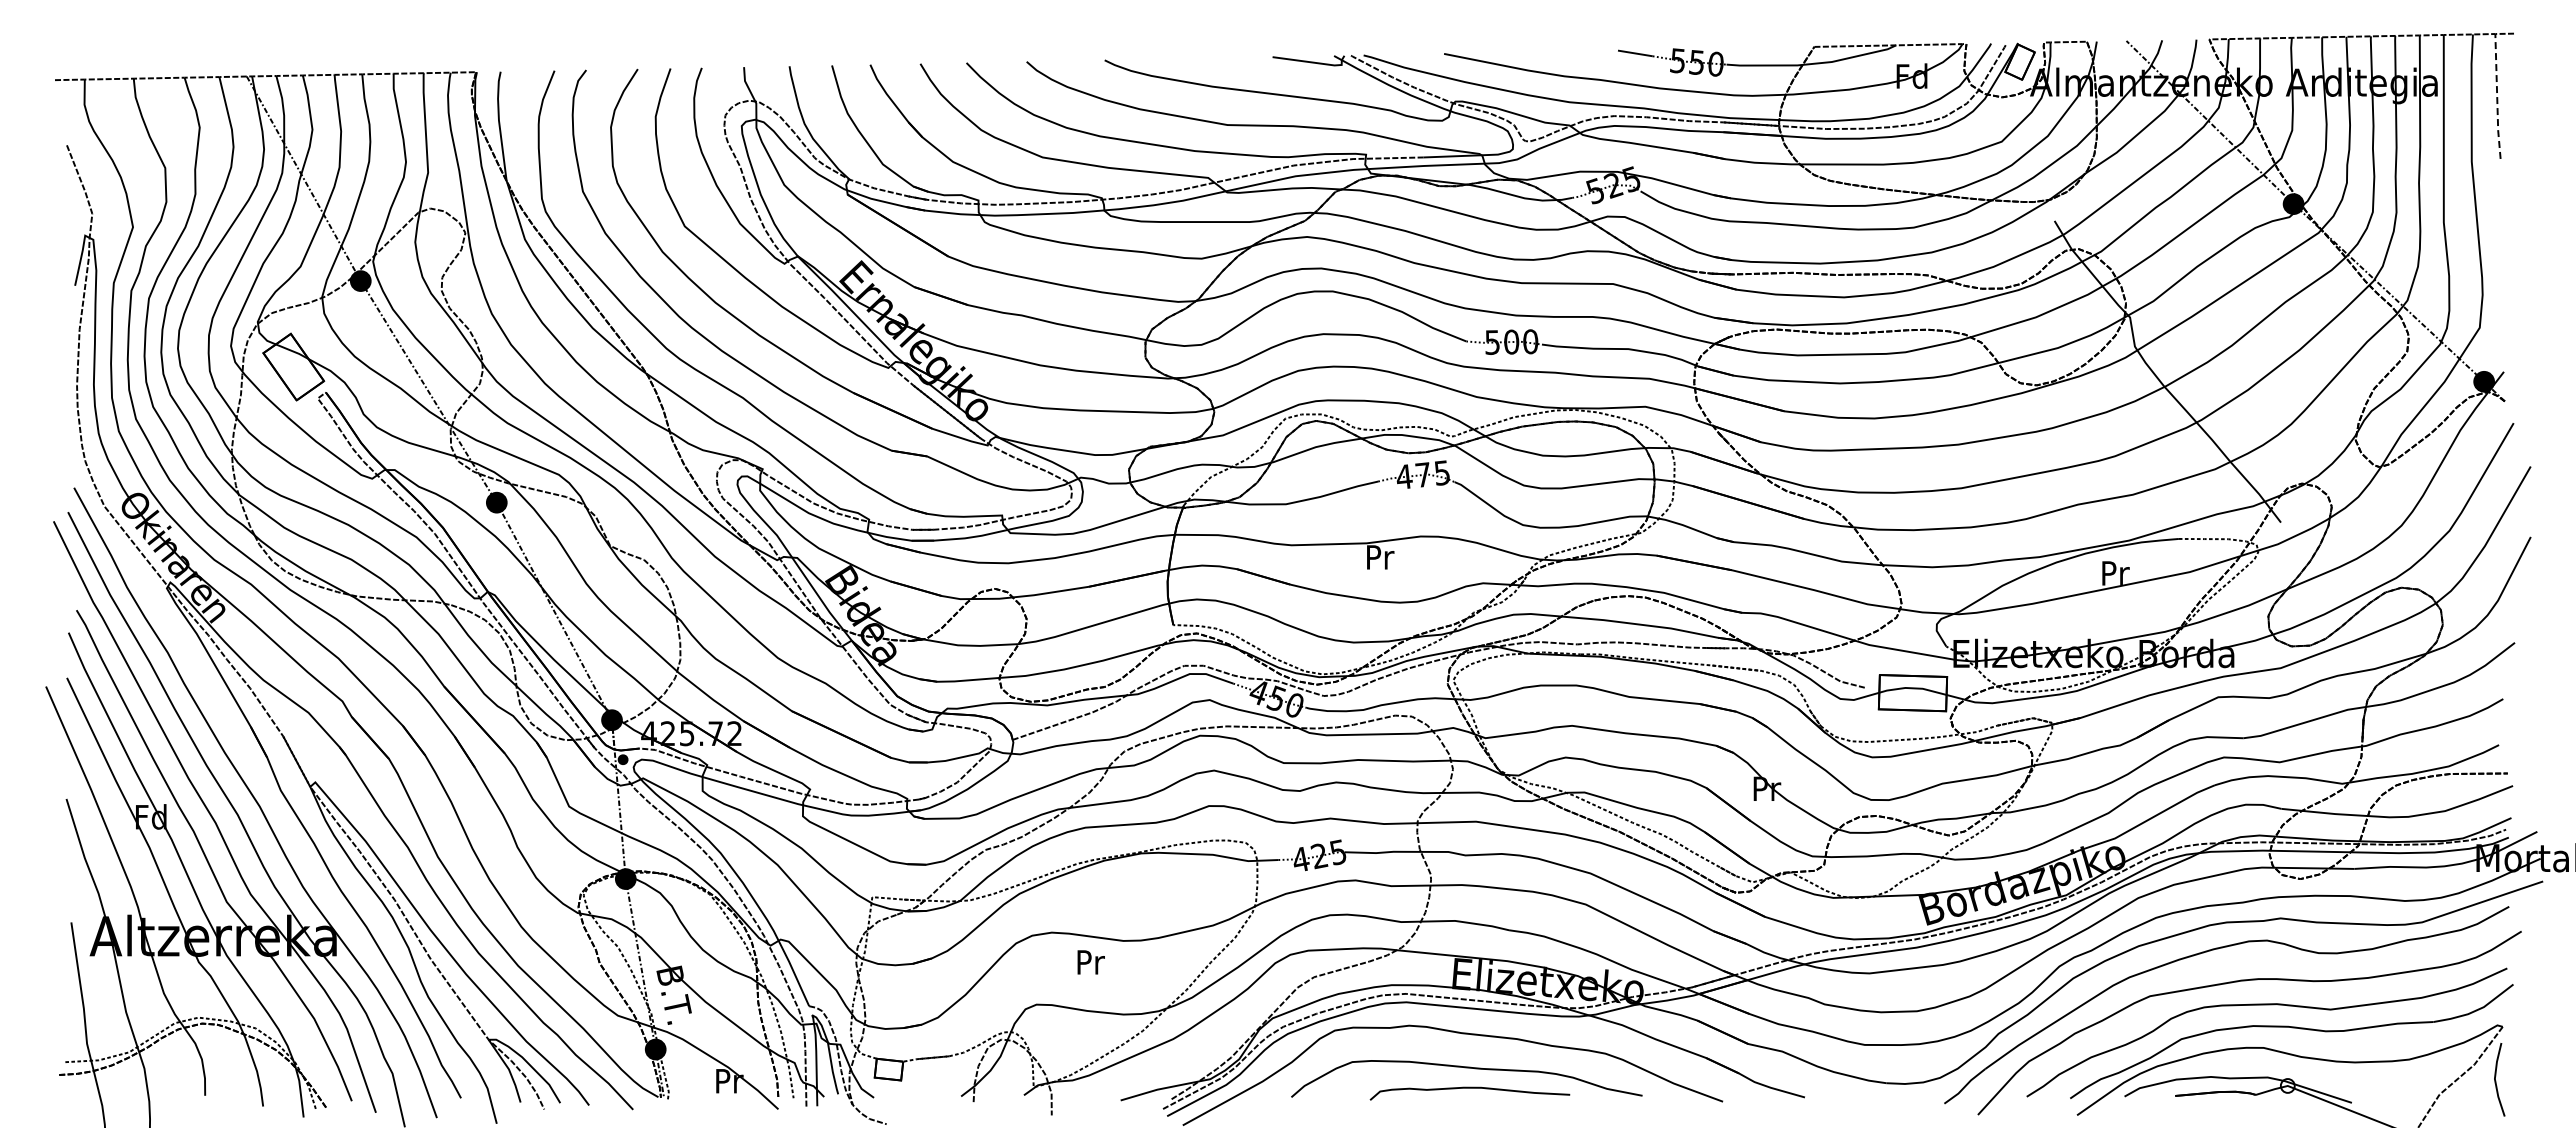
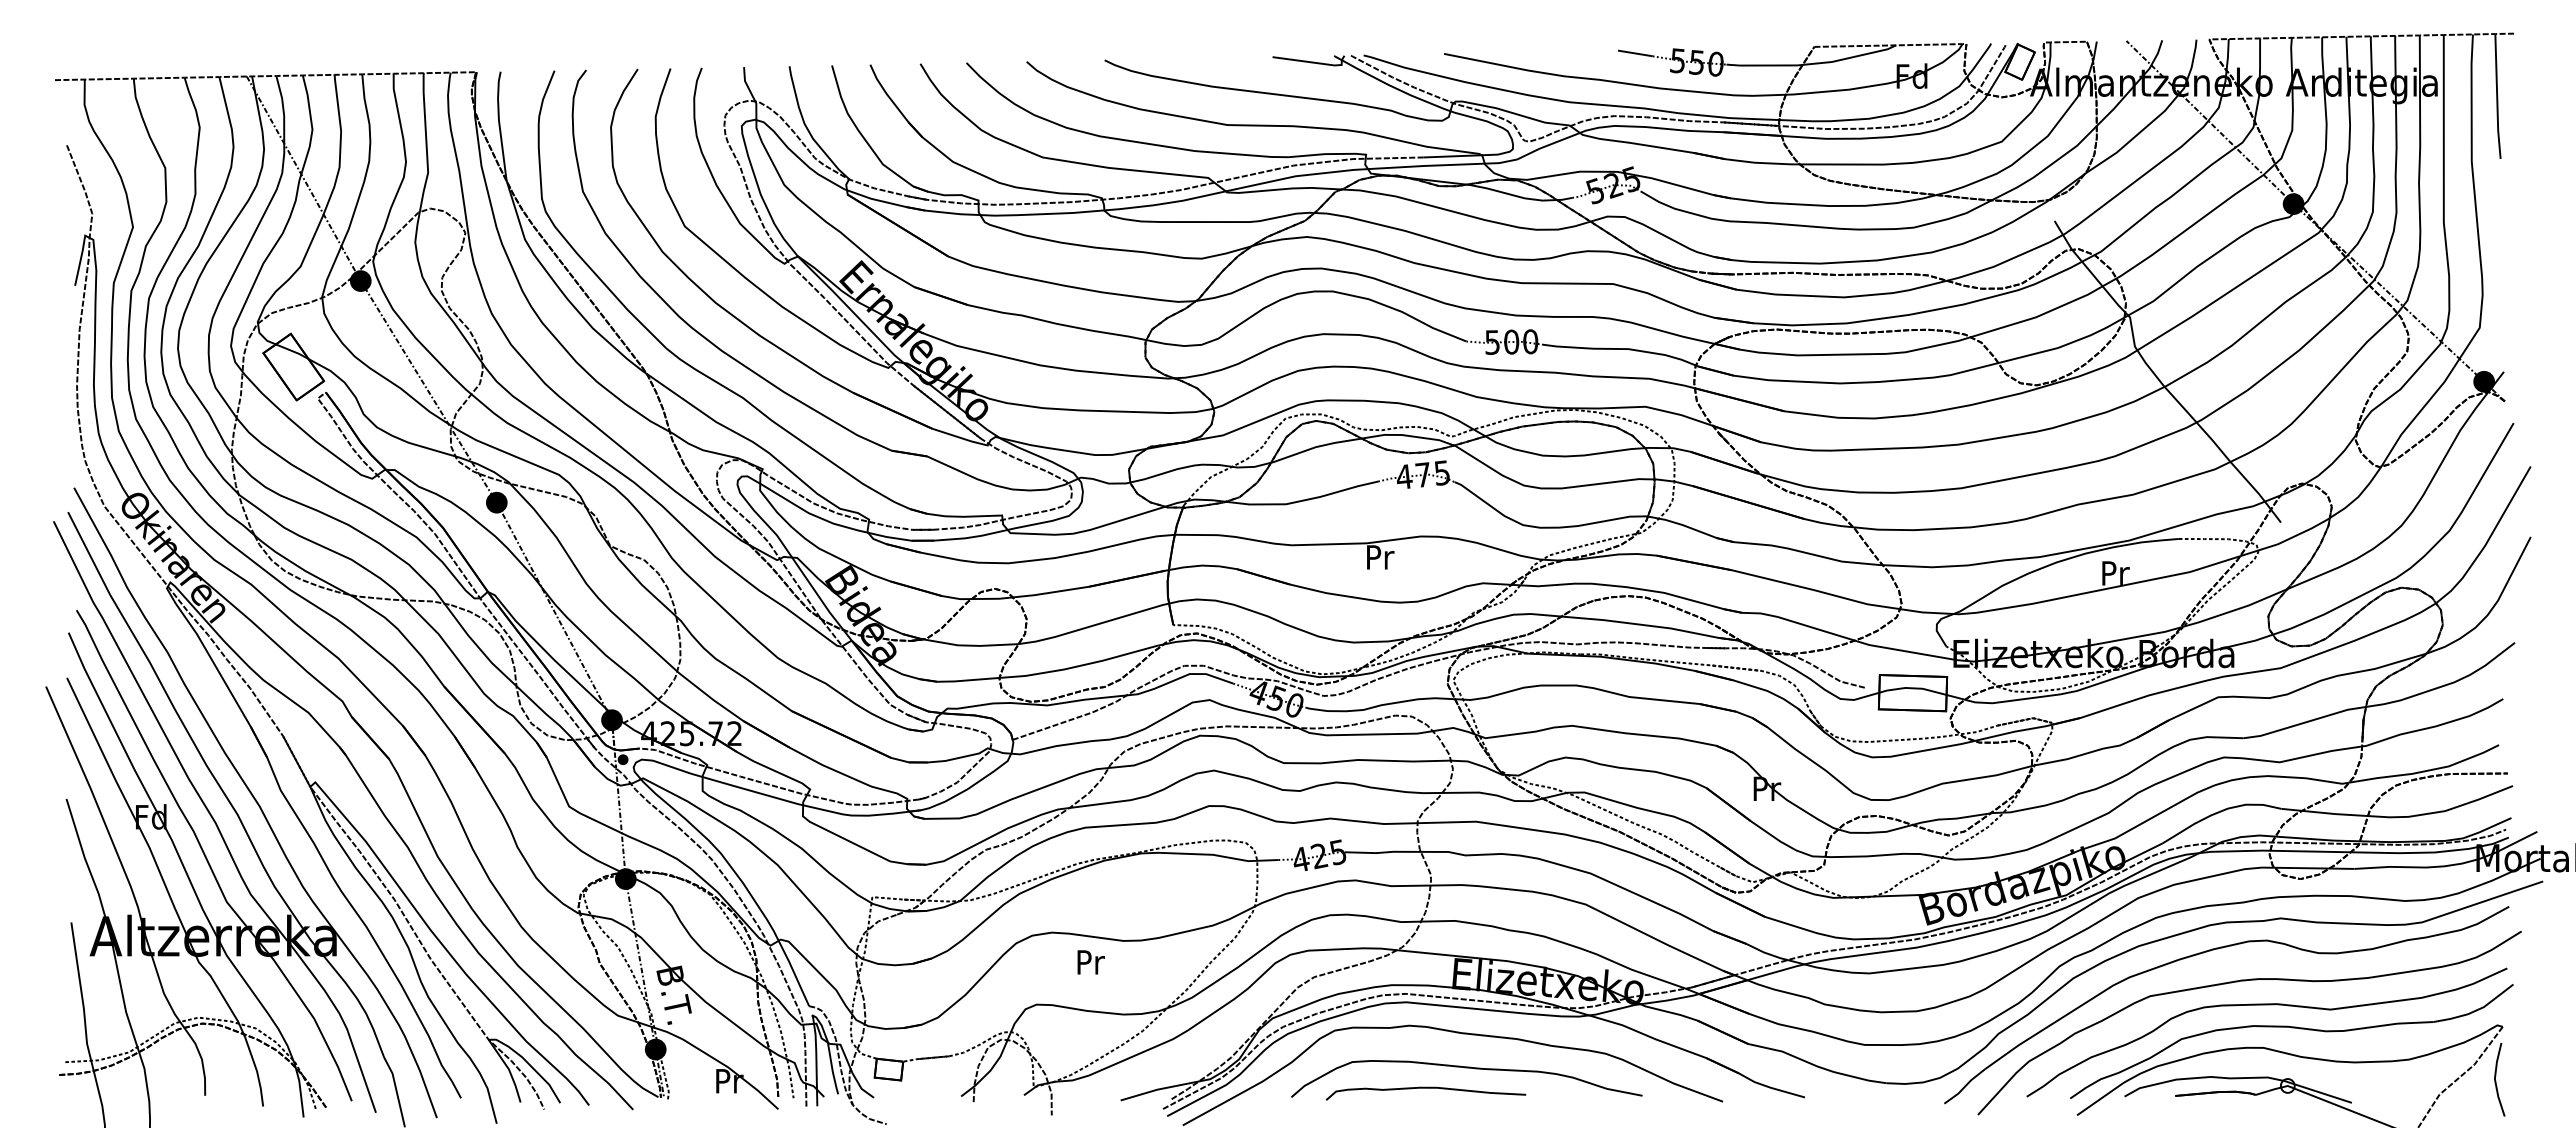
line at (2497, 96): dashed -> solid
curve at (1469, 1088) position: (1469, 1088) -> (1425, 1088)
